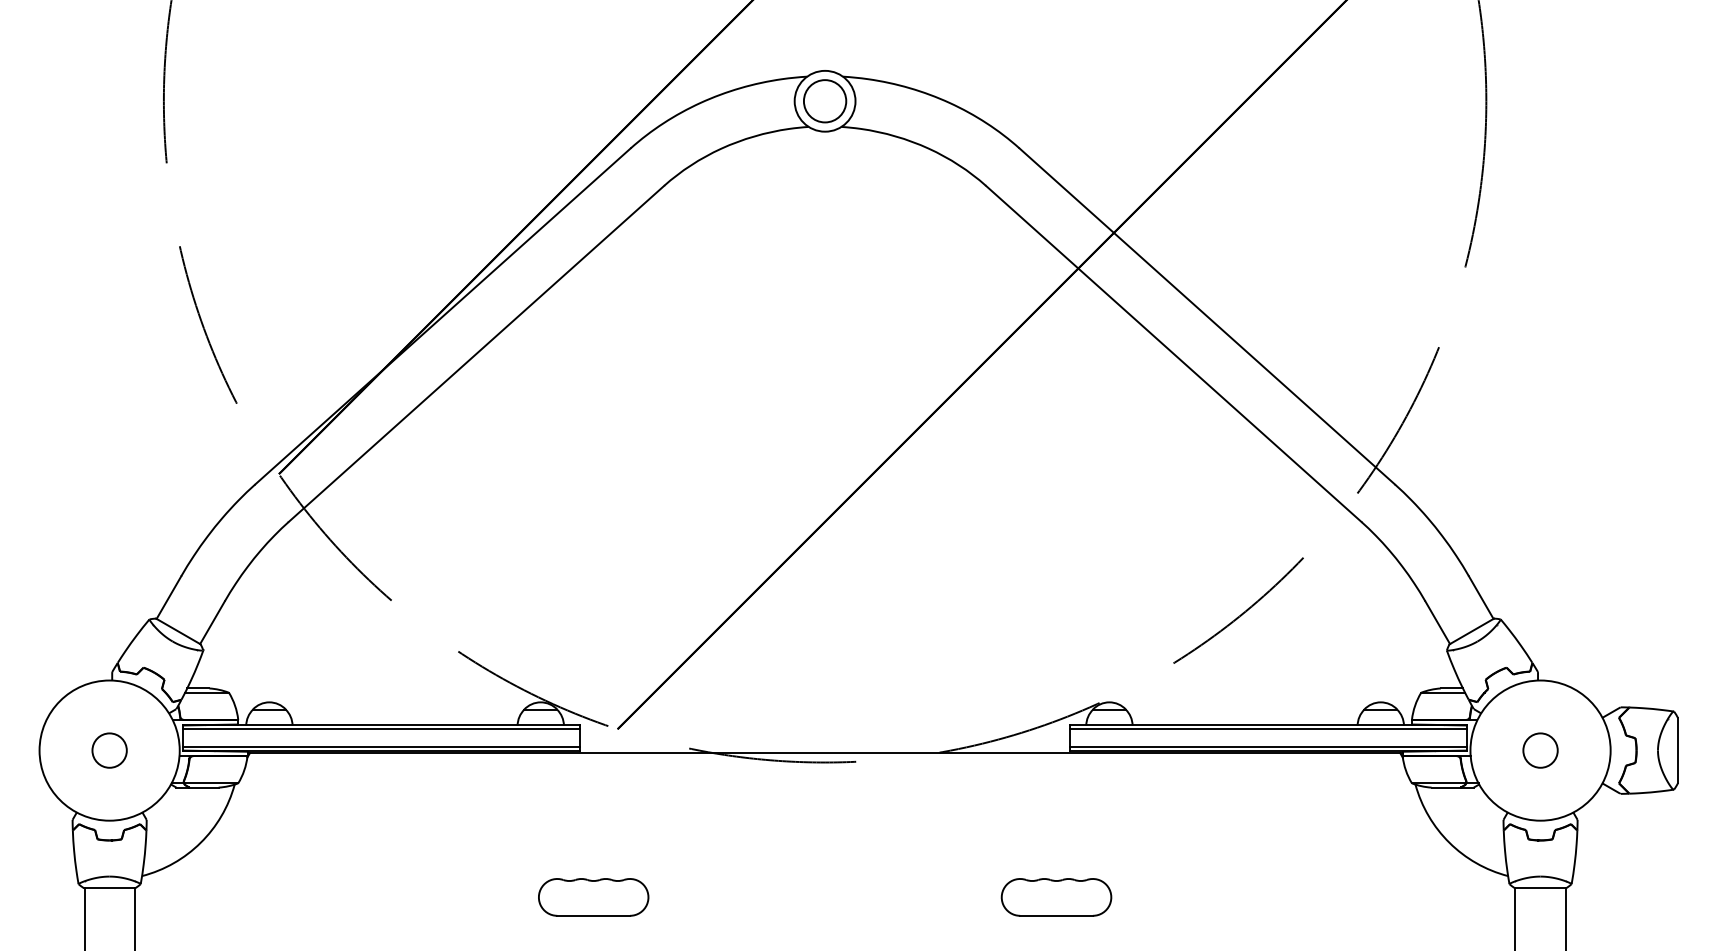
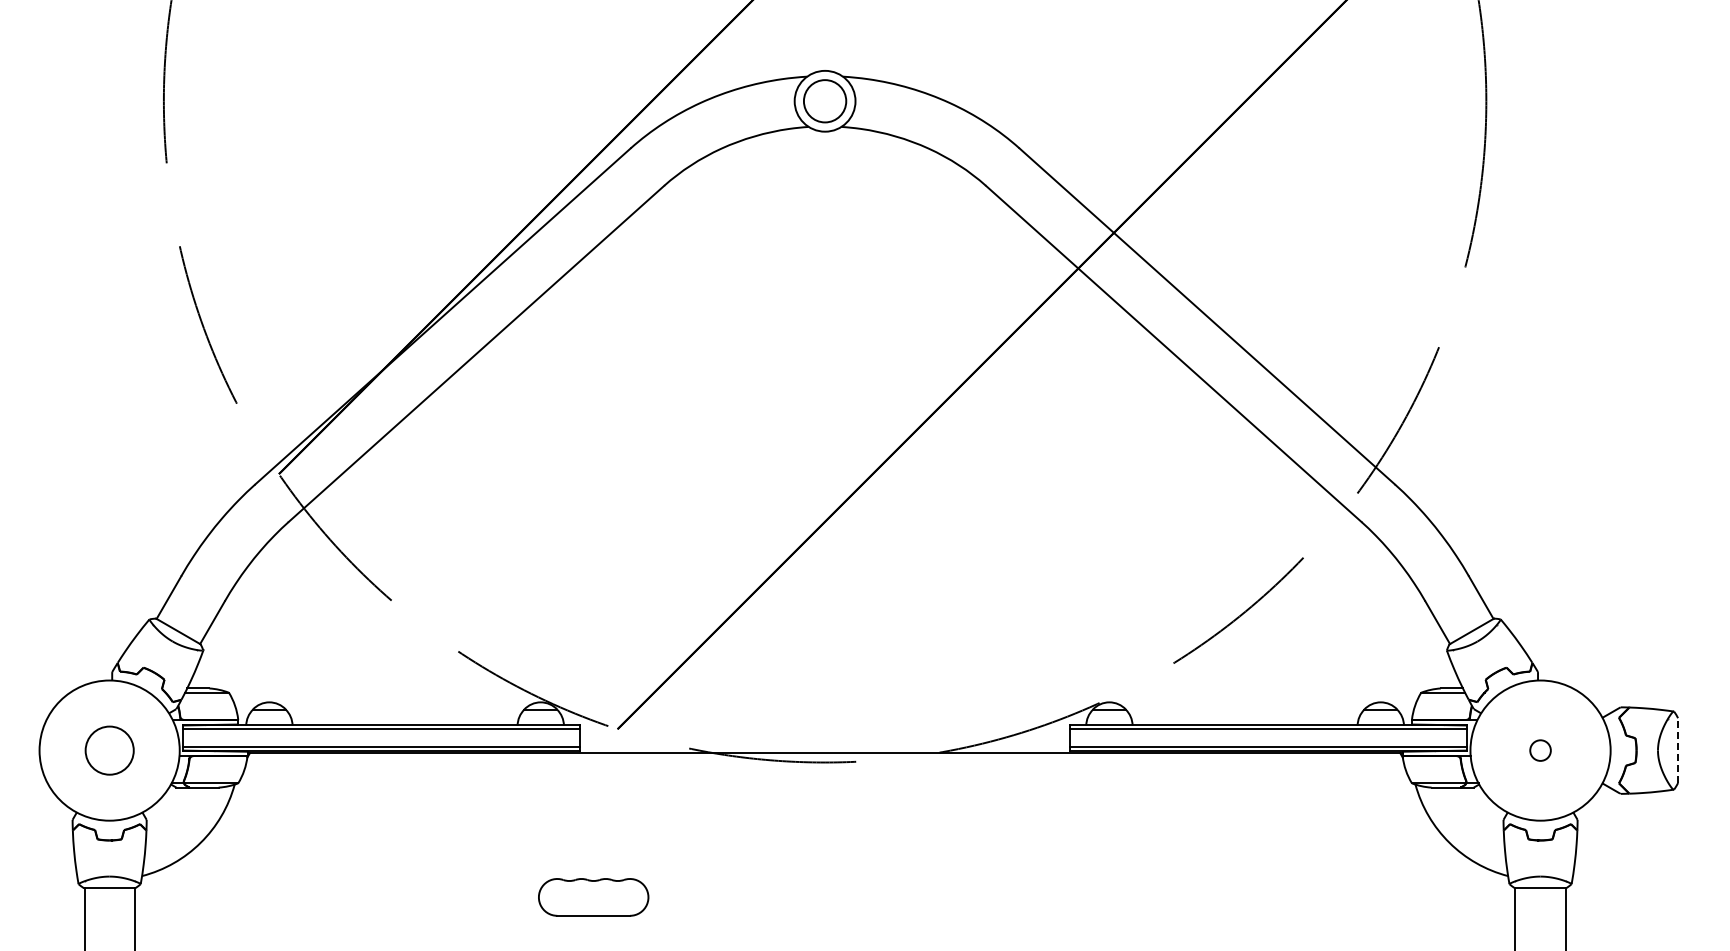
circle at (109, 750) size: 37x37 px -> 51x51 px
circle at (1540, 750) diameter: 34 px -> 21 px
line at (1678, 750): solid -> dashed
part at (1056, 897): present -> none
